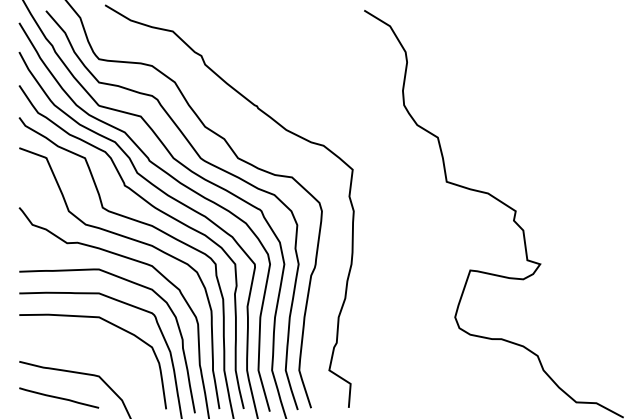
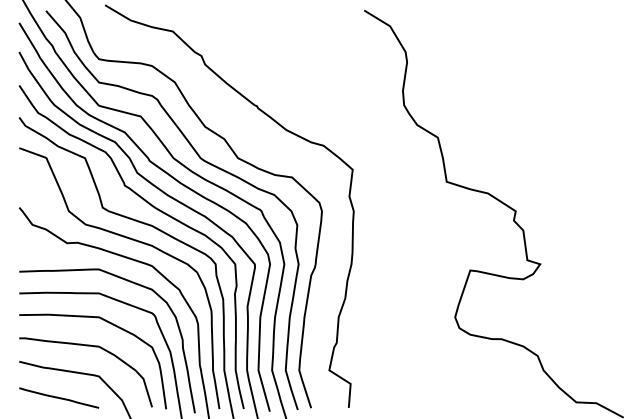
curve at (85, 346): none -> present
